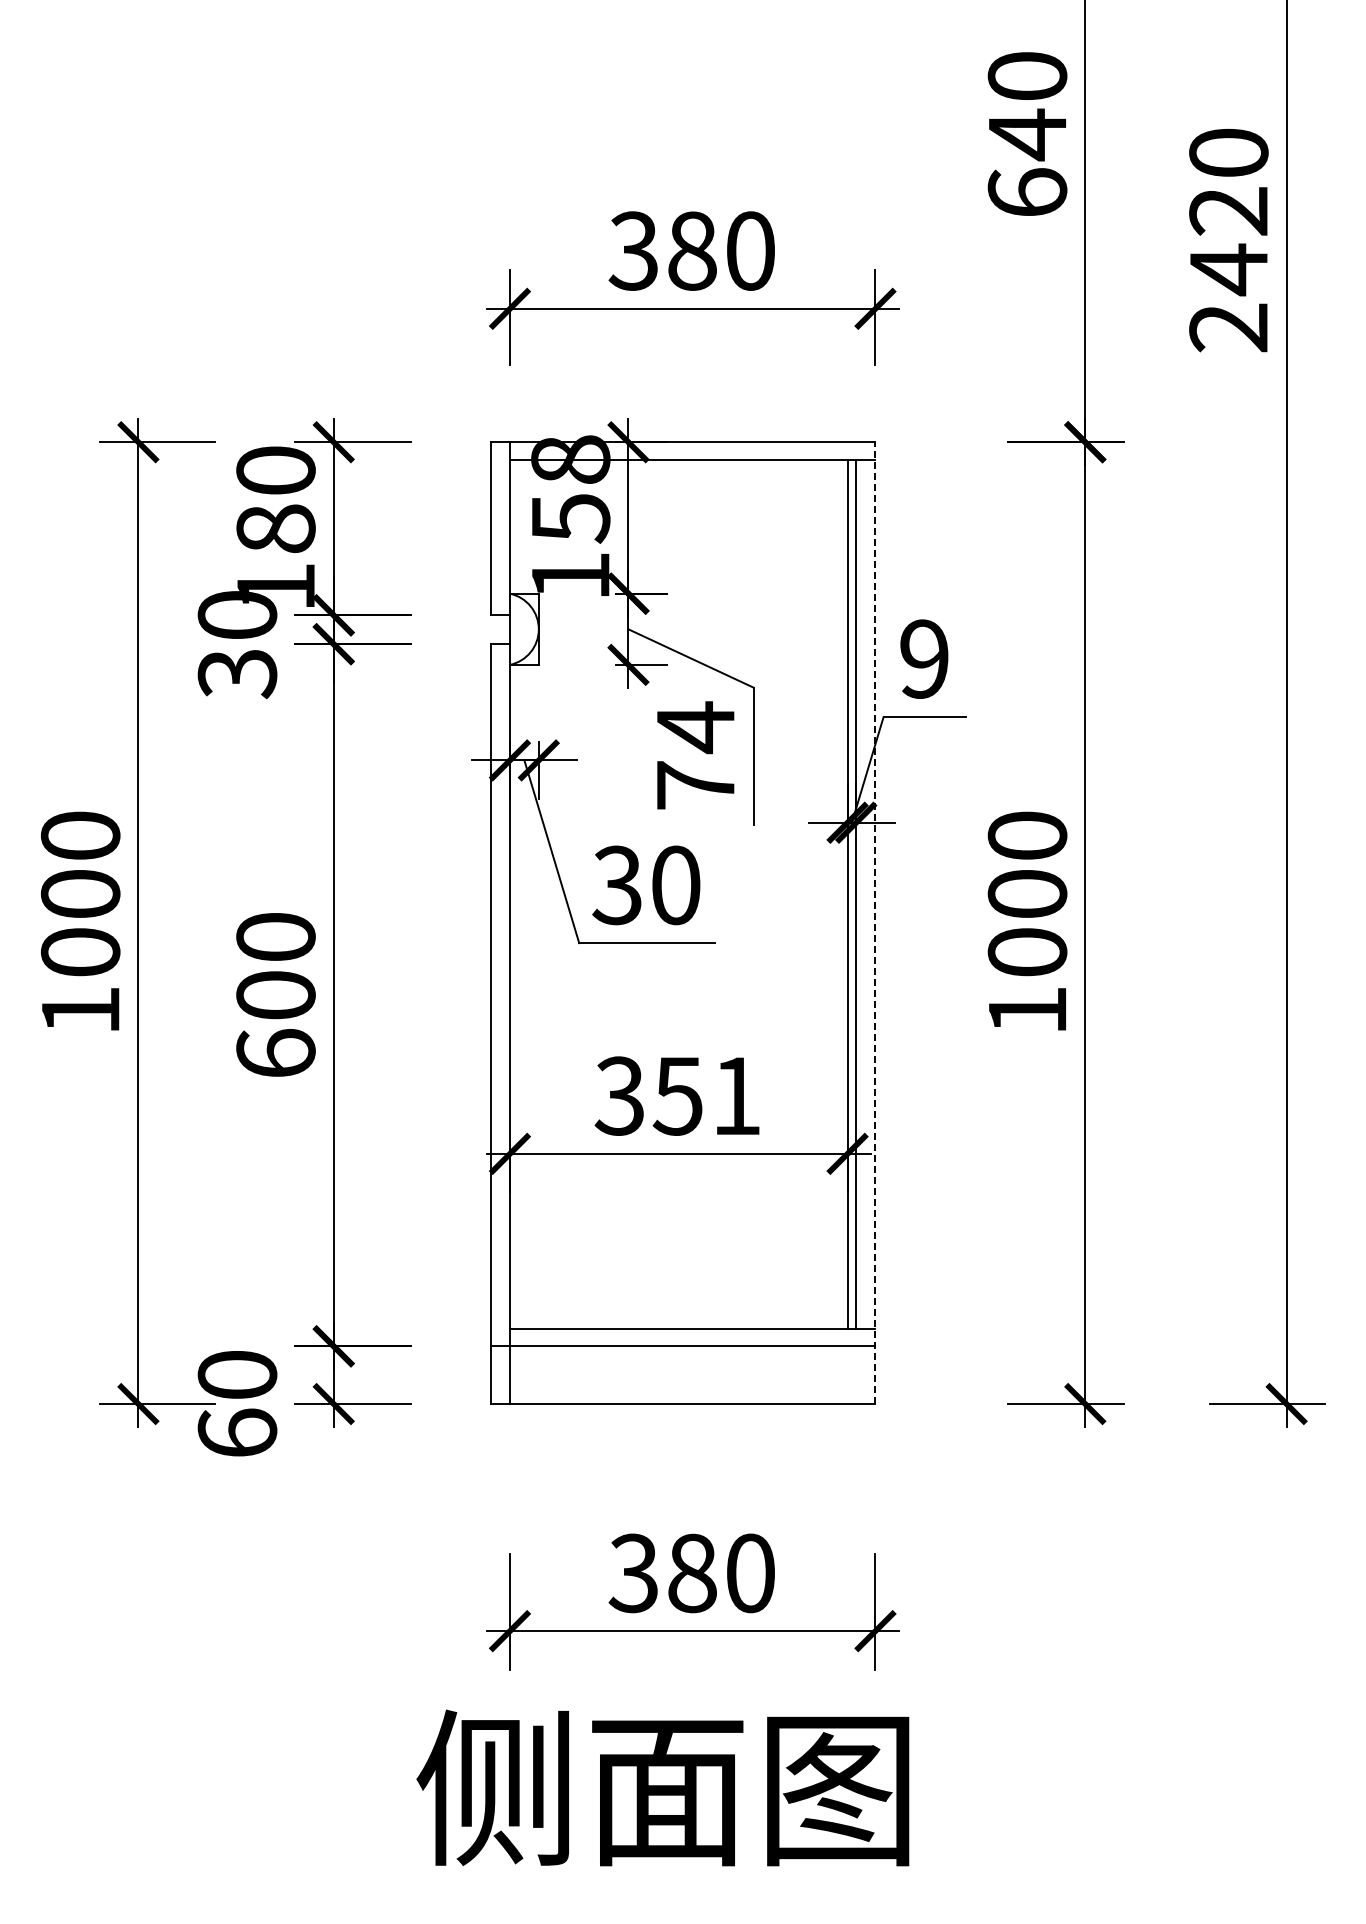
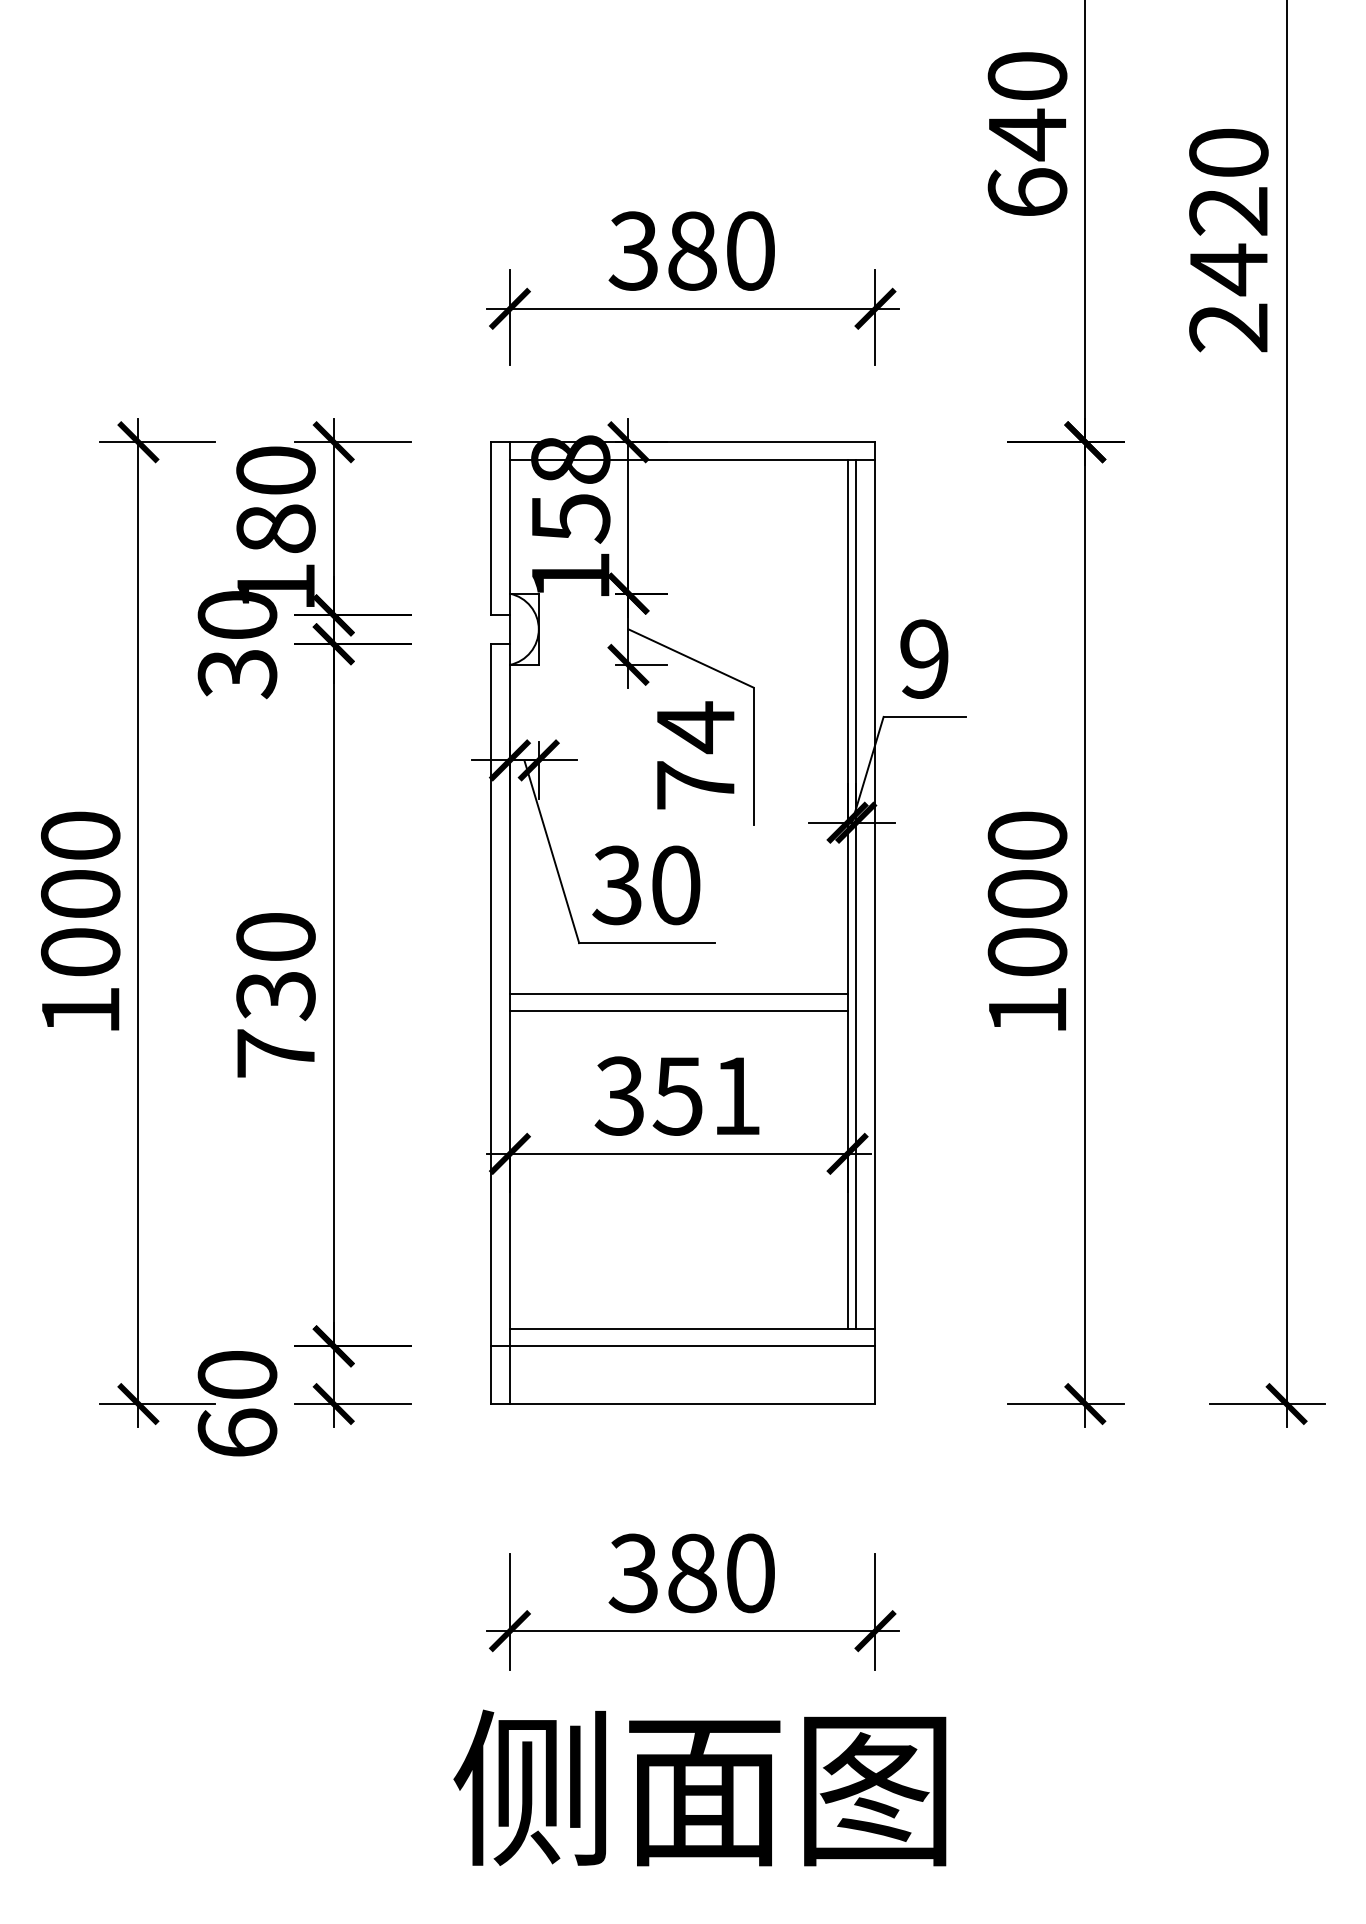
line at (875, 923): dashed -> solid
line at (678, 993): none -> present
line at (678, 1011): none -> present
text at (275, 1024): 600 -> 730
text at (662, 1787) position: (662, 1787) -> (699, 1787)
